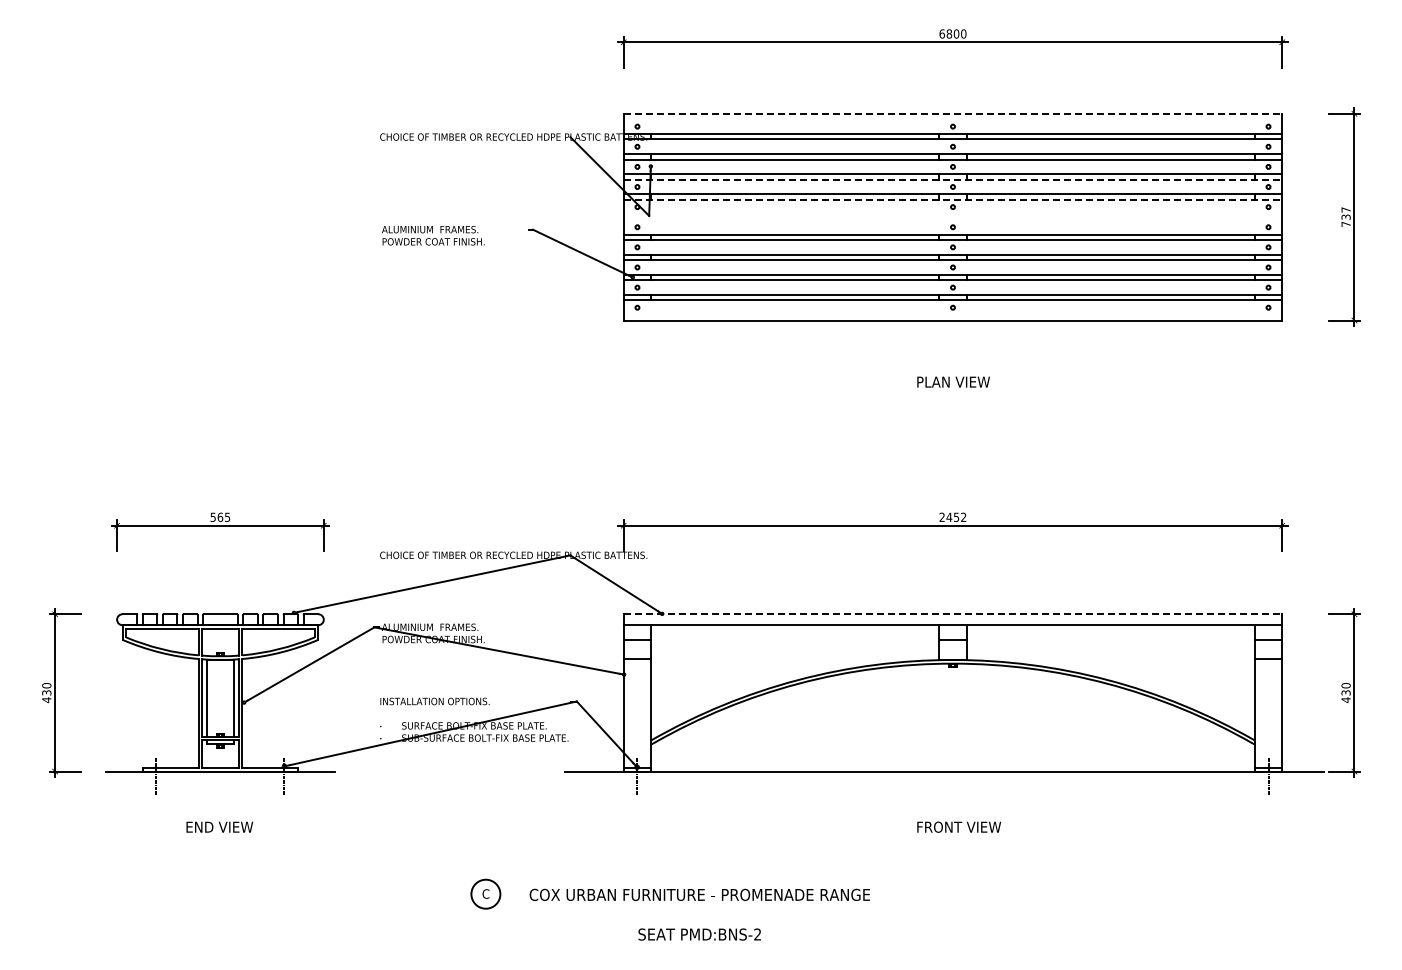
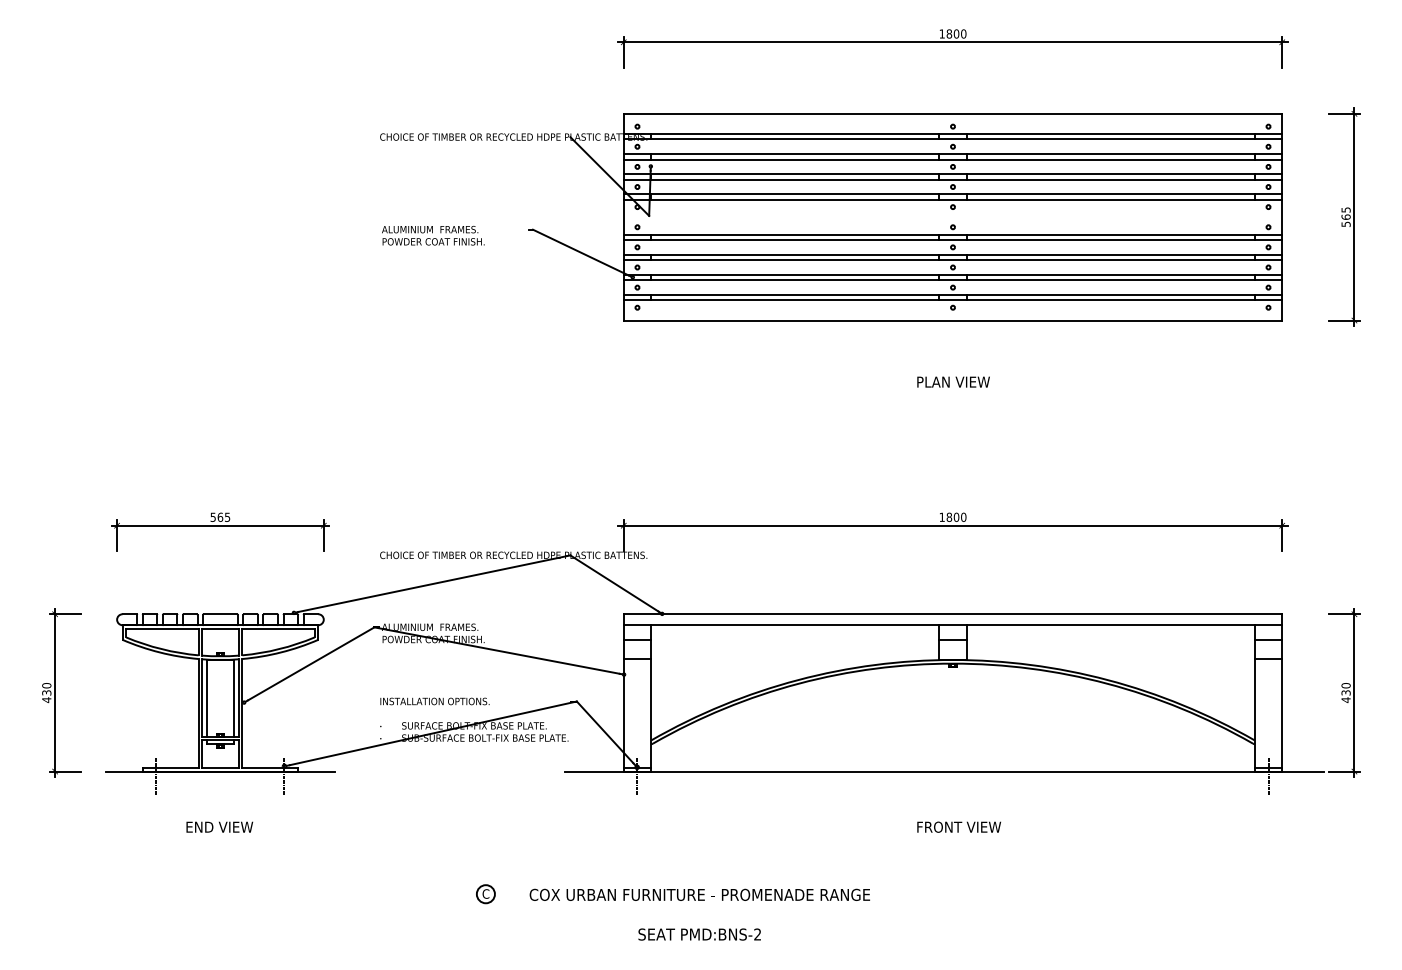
text at (941, 33): 6800 -> 1800
line at (953, 113): dashed -> solid
line at (953, 179): dashed -> solid
line at (953, 199): dashed -> solid
text at (1345, 216): 737 -> 565
text at (952, 516): 2452 -> 1800
line at (953, 614): dashed -> solid
circle at (485, 893) diameter: 29 px -> 18 px
